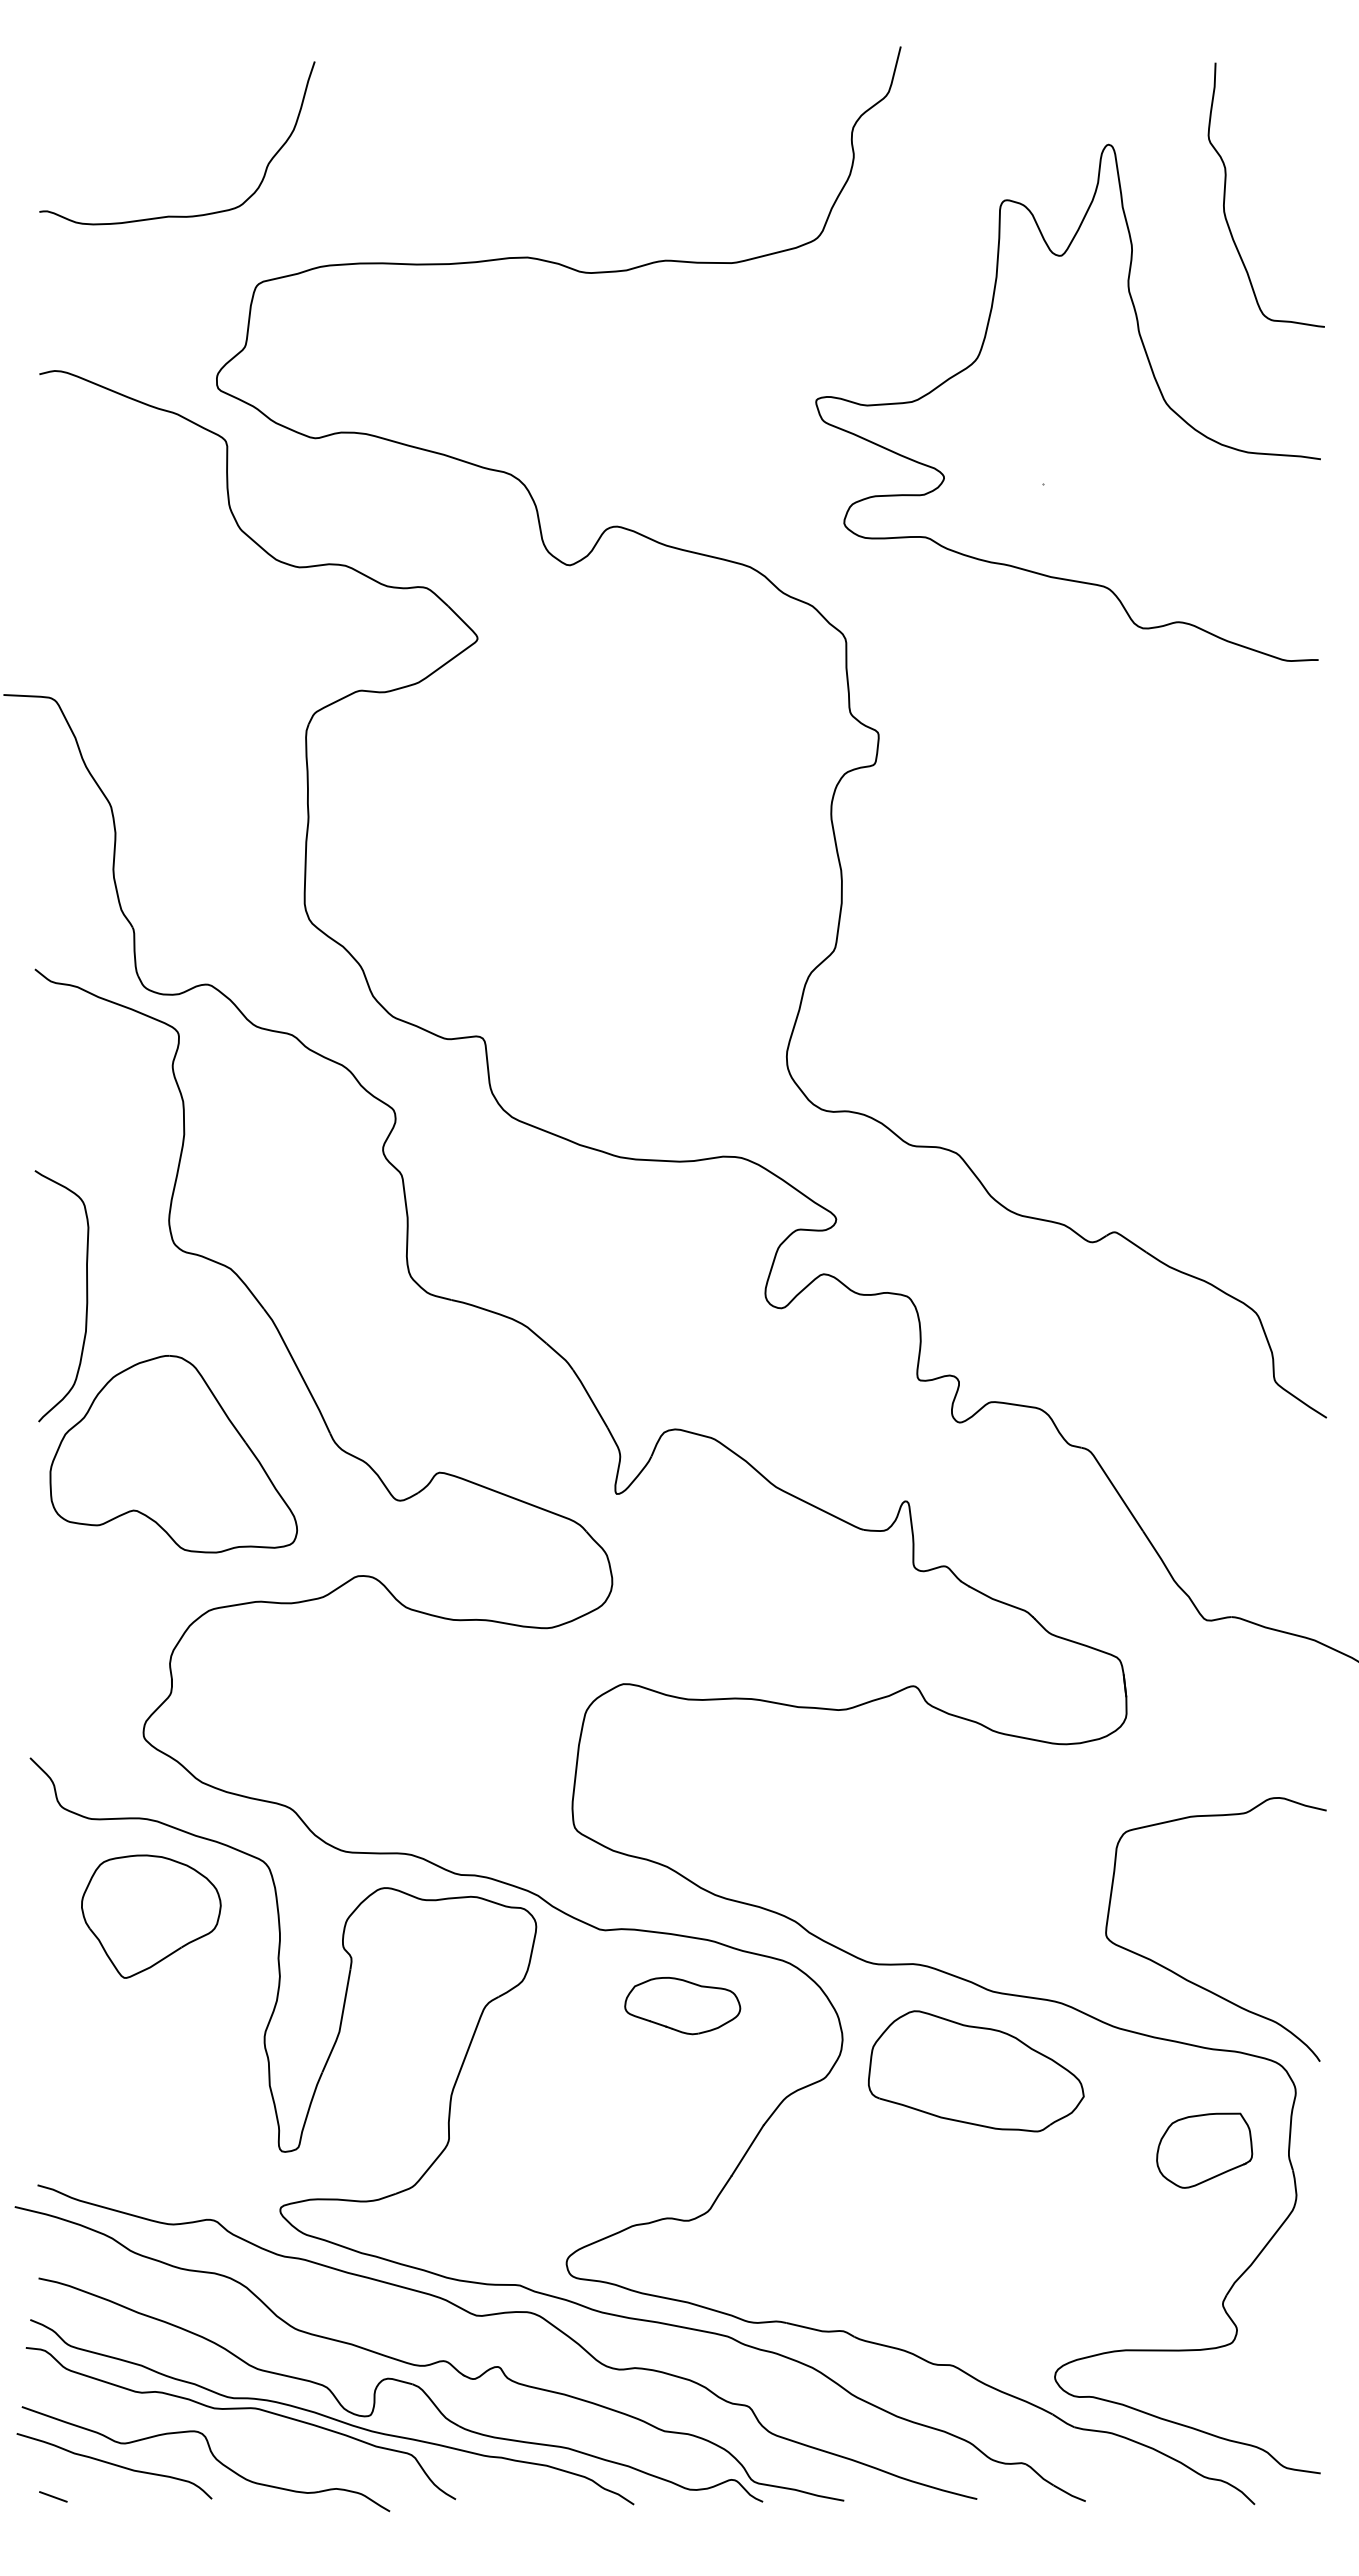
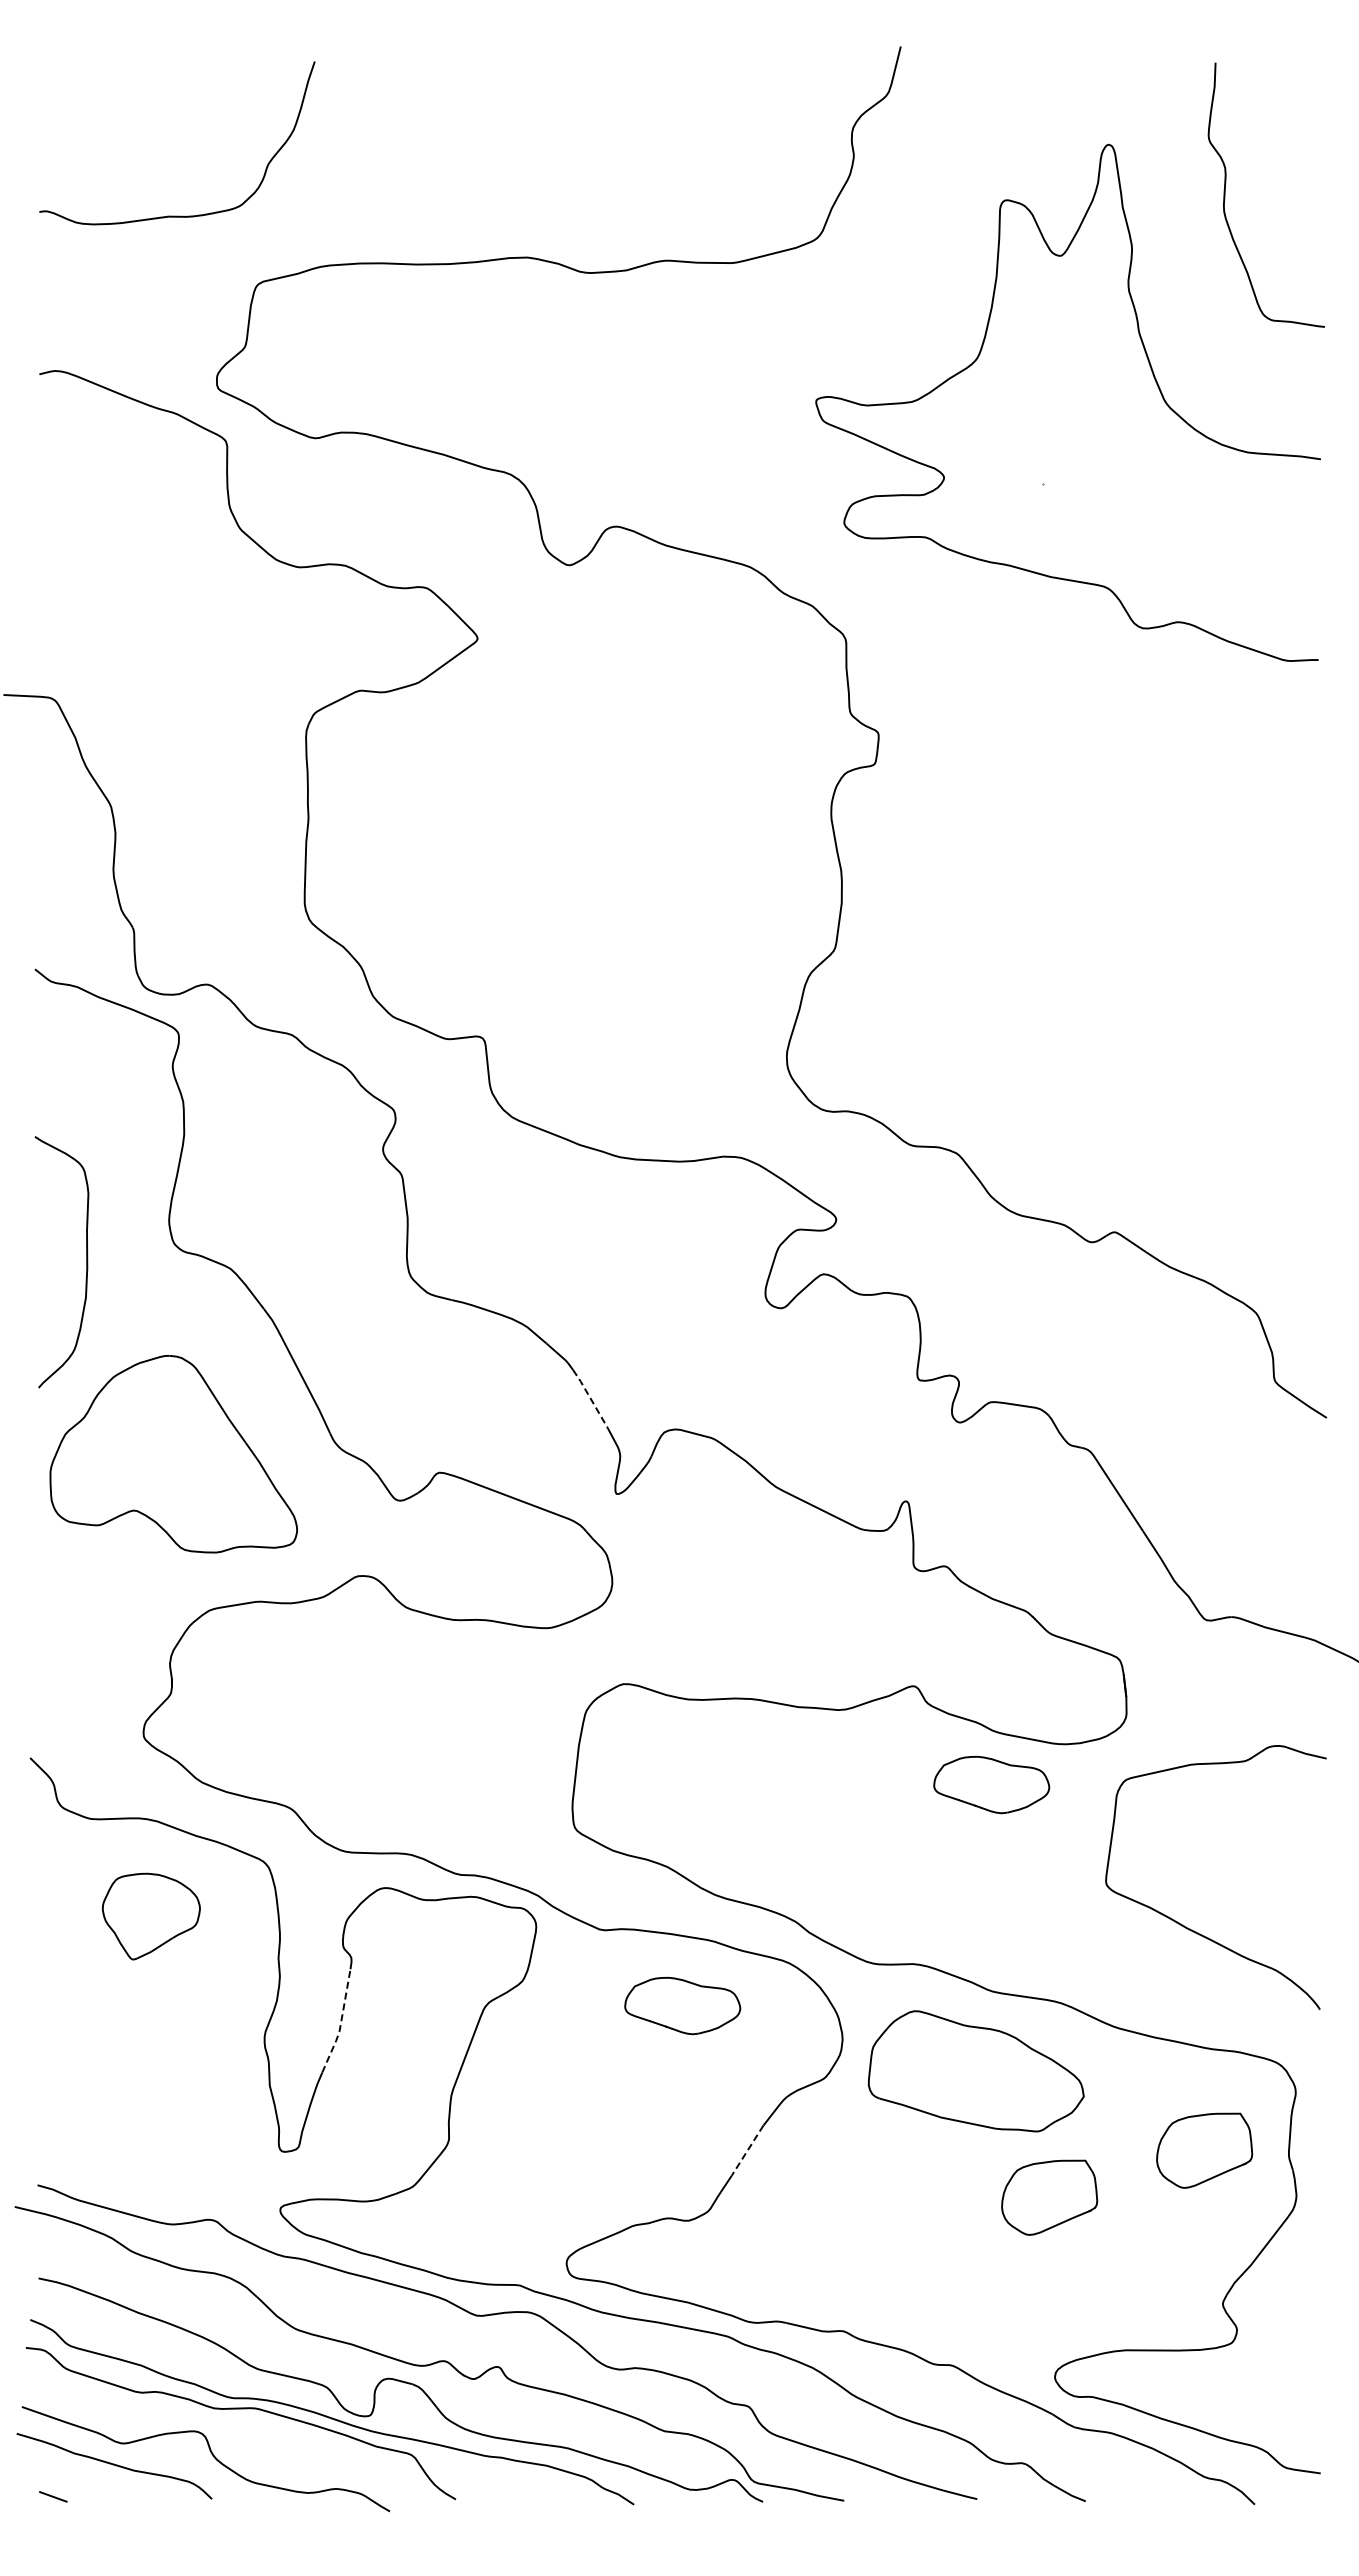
curve at (86, 1296) position: (86, 1296) -> (86, 1262)
line at (590, 1398): solid -> dashed
part at (991, 1784): none -> present
part at (151, 1916) size: 141x125 px -> 99x89 px
curve at (1190, 1980) position: (1190, 1980) -> (1190, 1928)
line at (341, 2023): solid -> dashed
line at (747, 2150): solid -> dashed
part at (1049, 2197): none -> present
